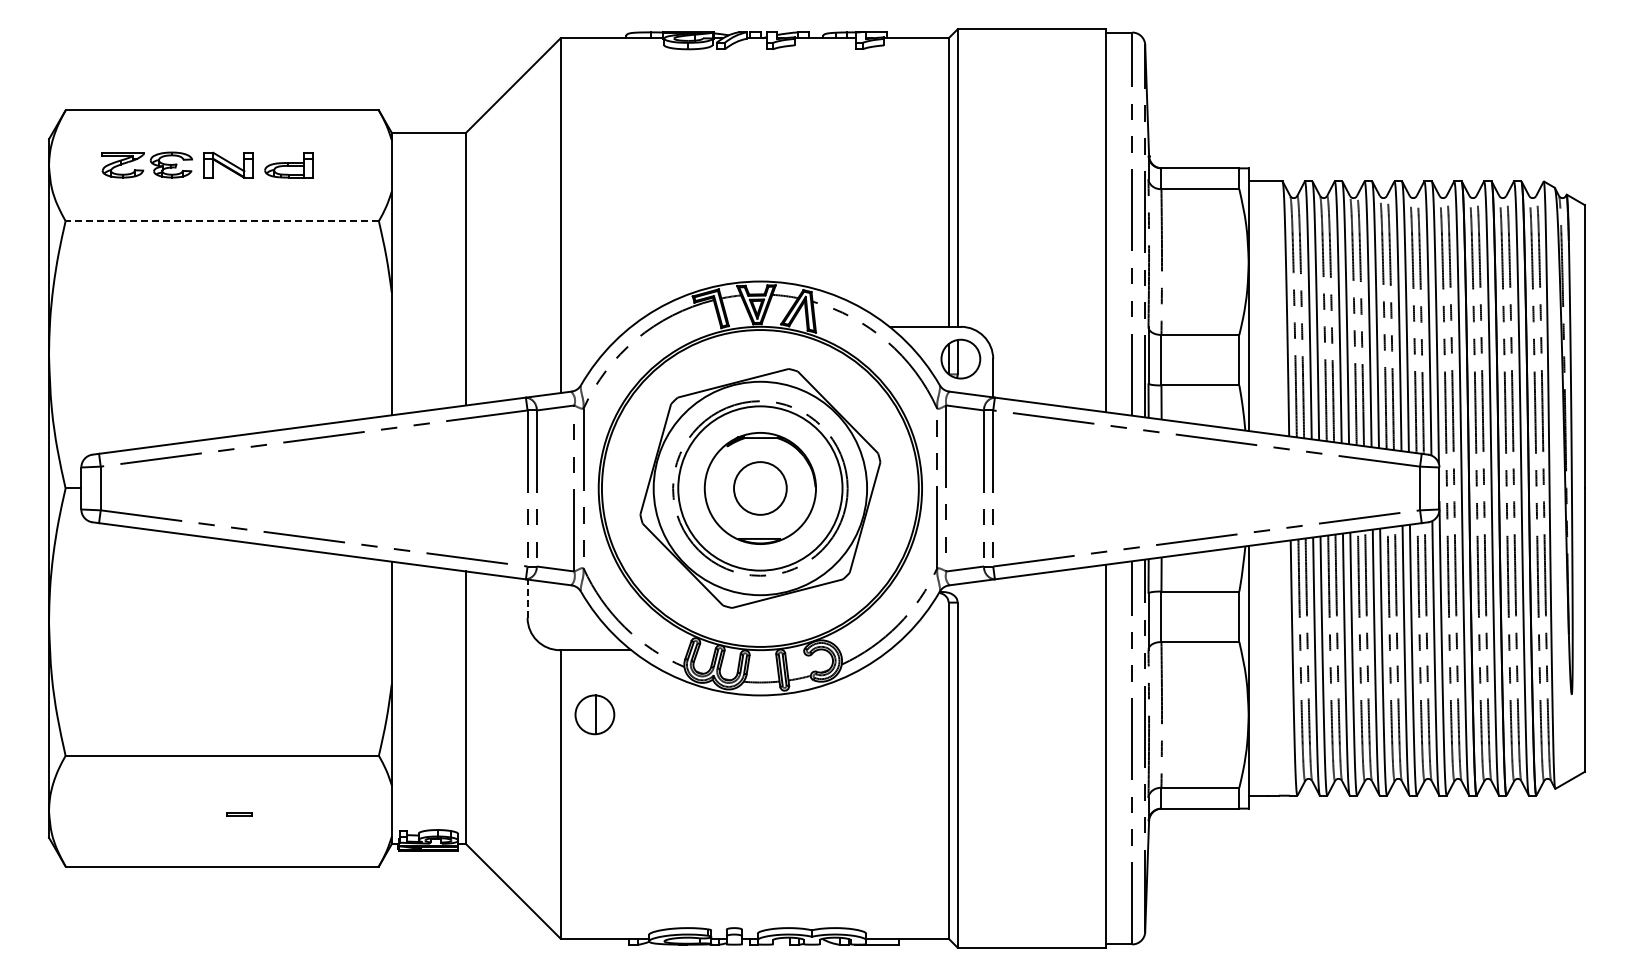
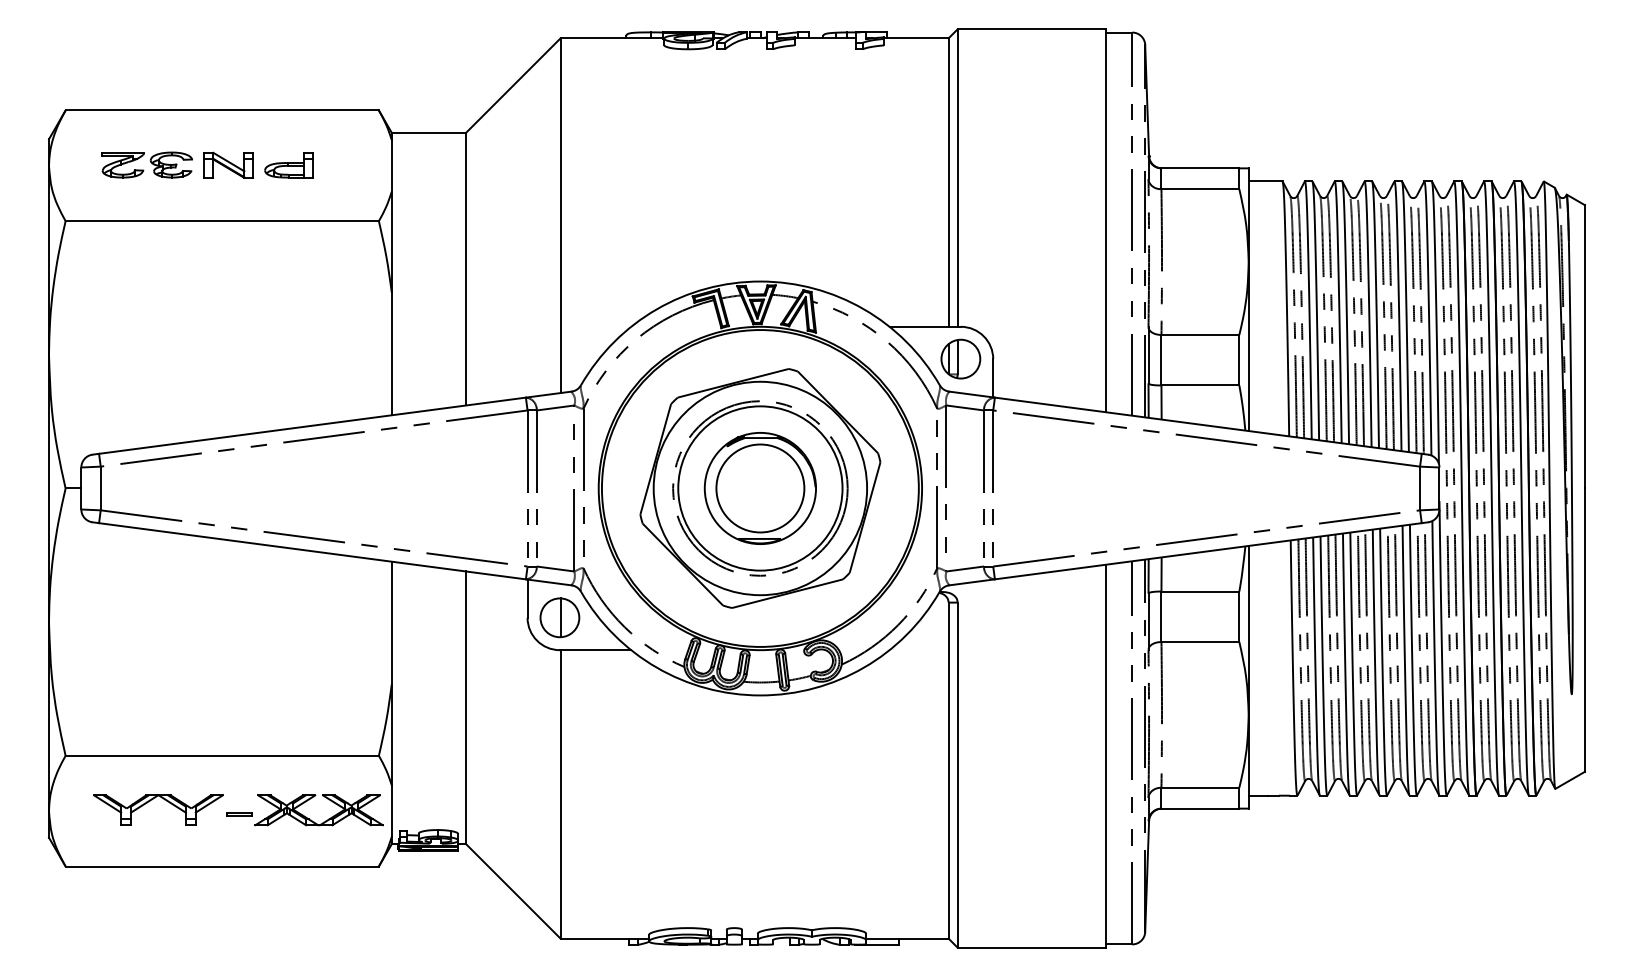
line at (222, 221): dashed -> solid
circle at (760, 488) diameter: 53 px -> 88 px
line at (527, 598): dashed -> solid
part at (594, 714) position: (594, 714) -> (559, 617)
part at (152, 800): none -> present
part at (311, 819): none -> present
